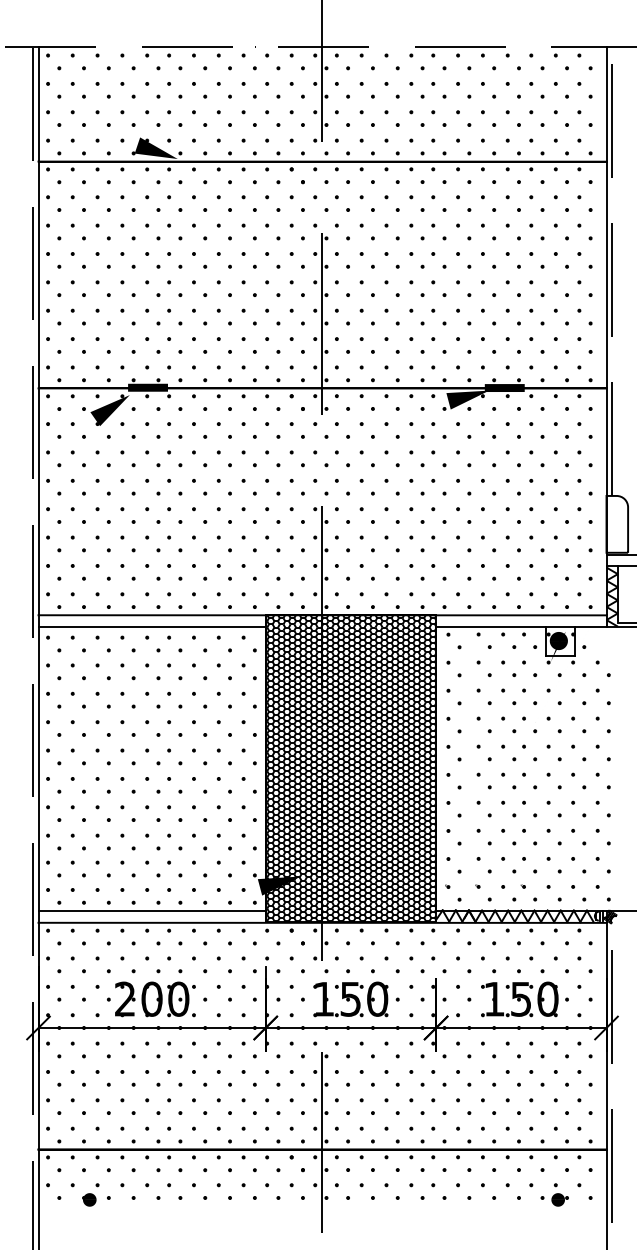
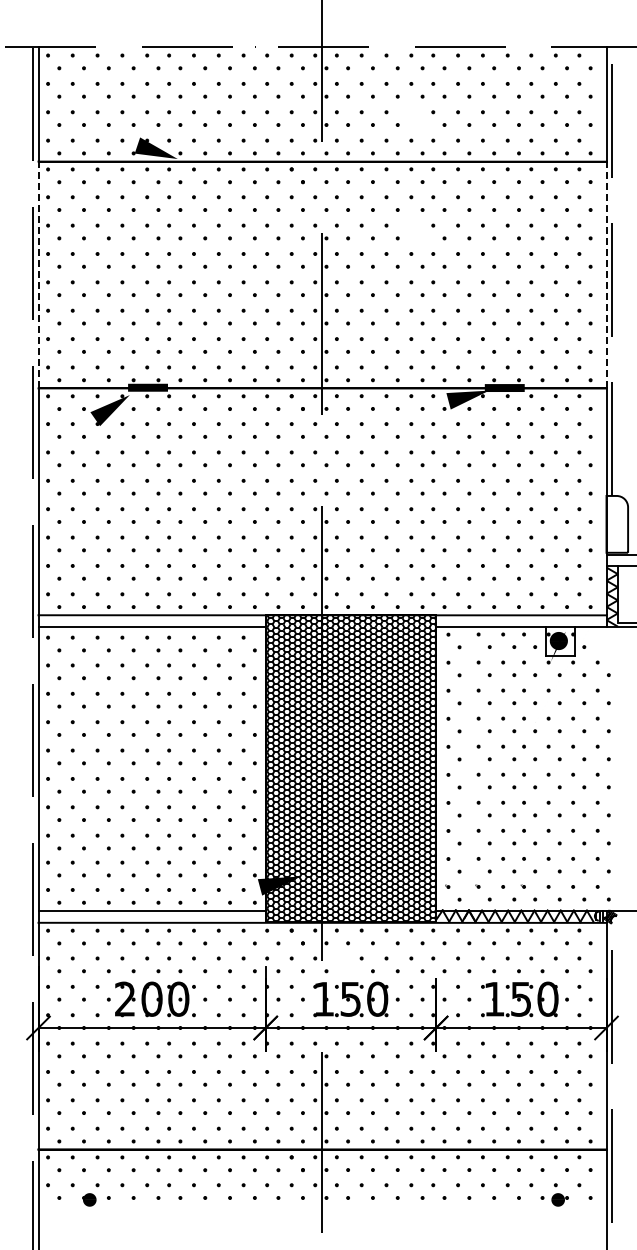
part at (412, 113): present -> none
part at (416, 231): present -> none
line at (38, 274): solid -> dashed
line at (606, 274): solid -> dashed
part at (338, 959): present -> none
